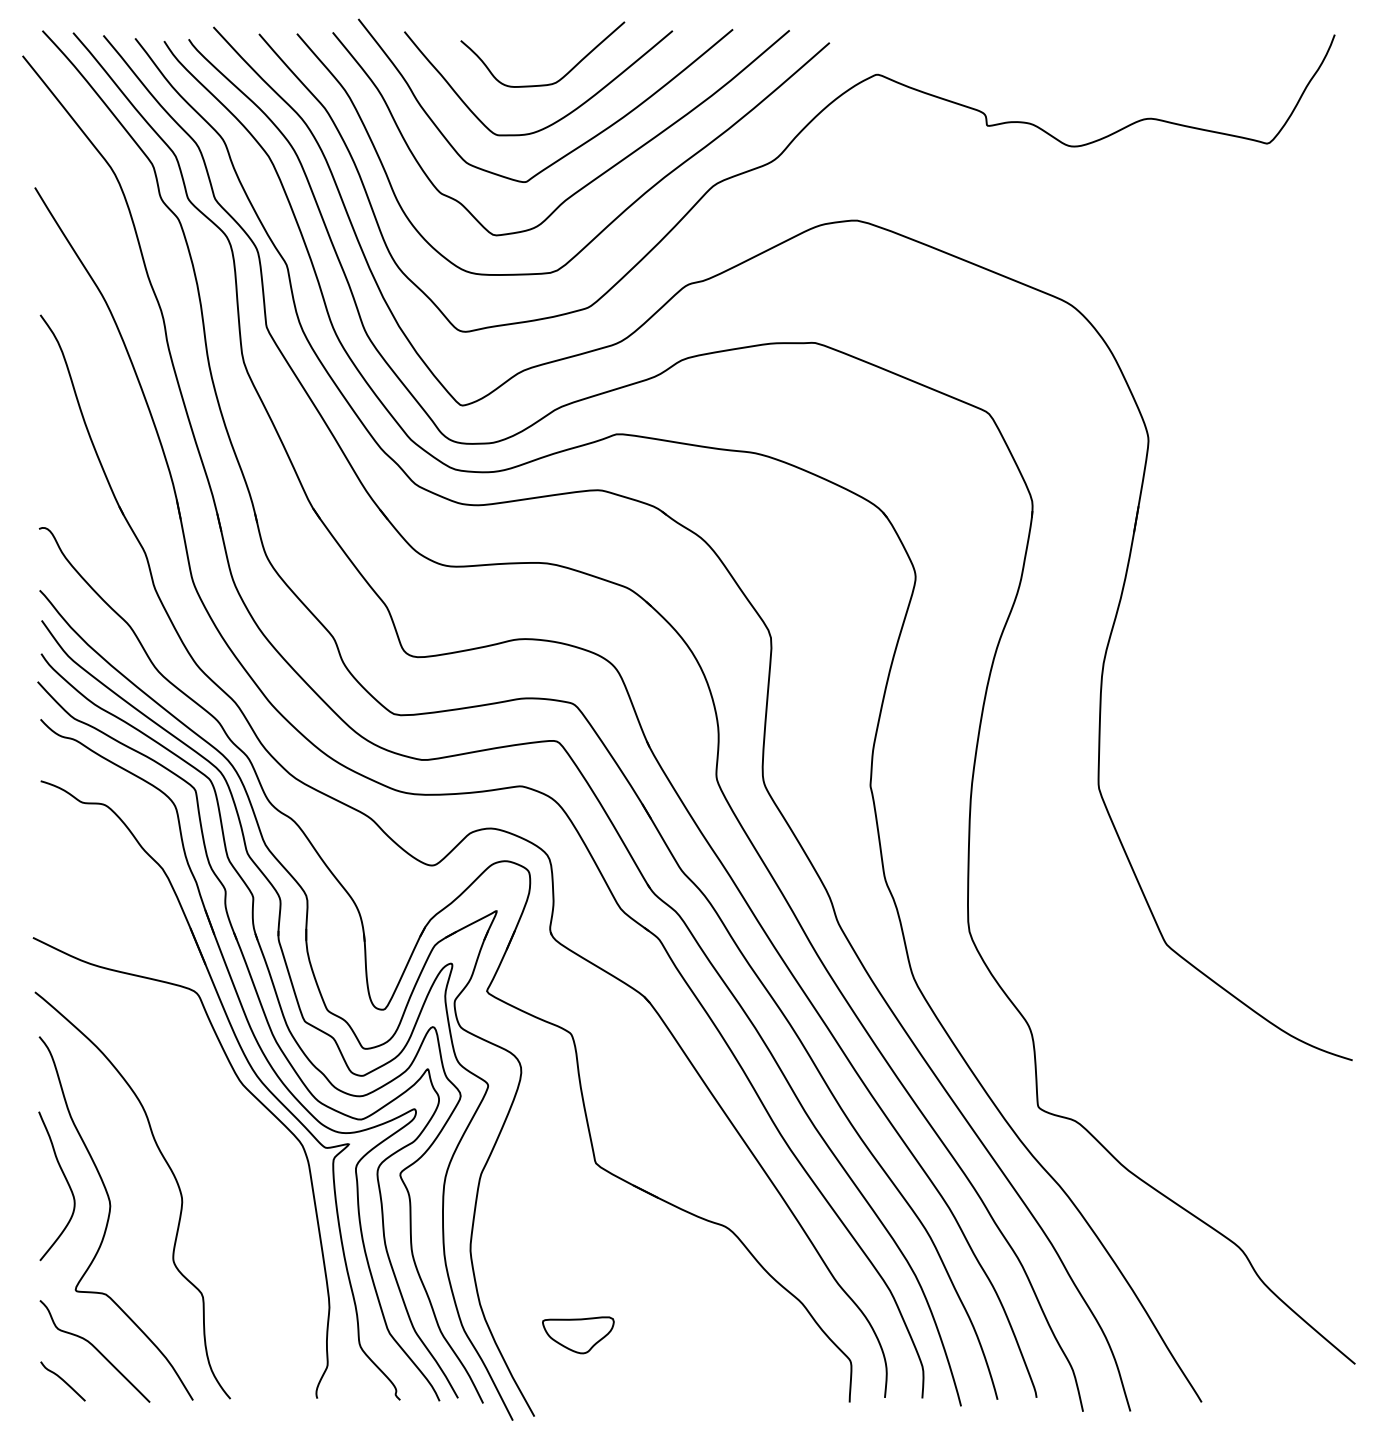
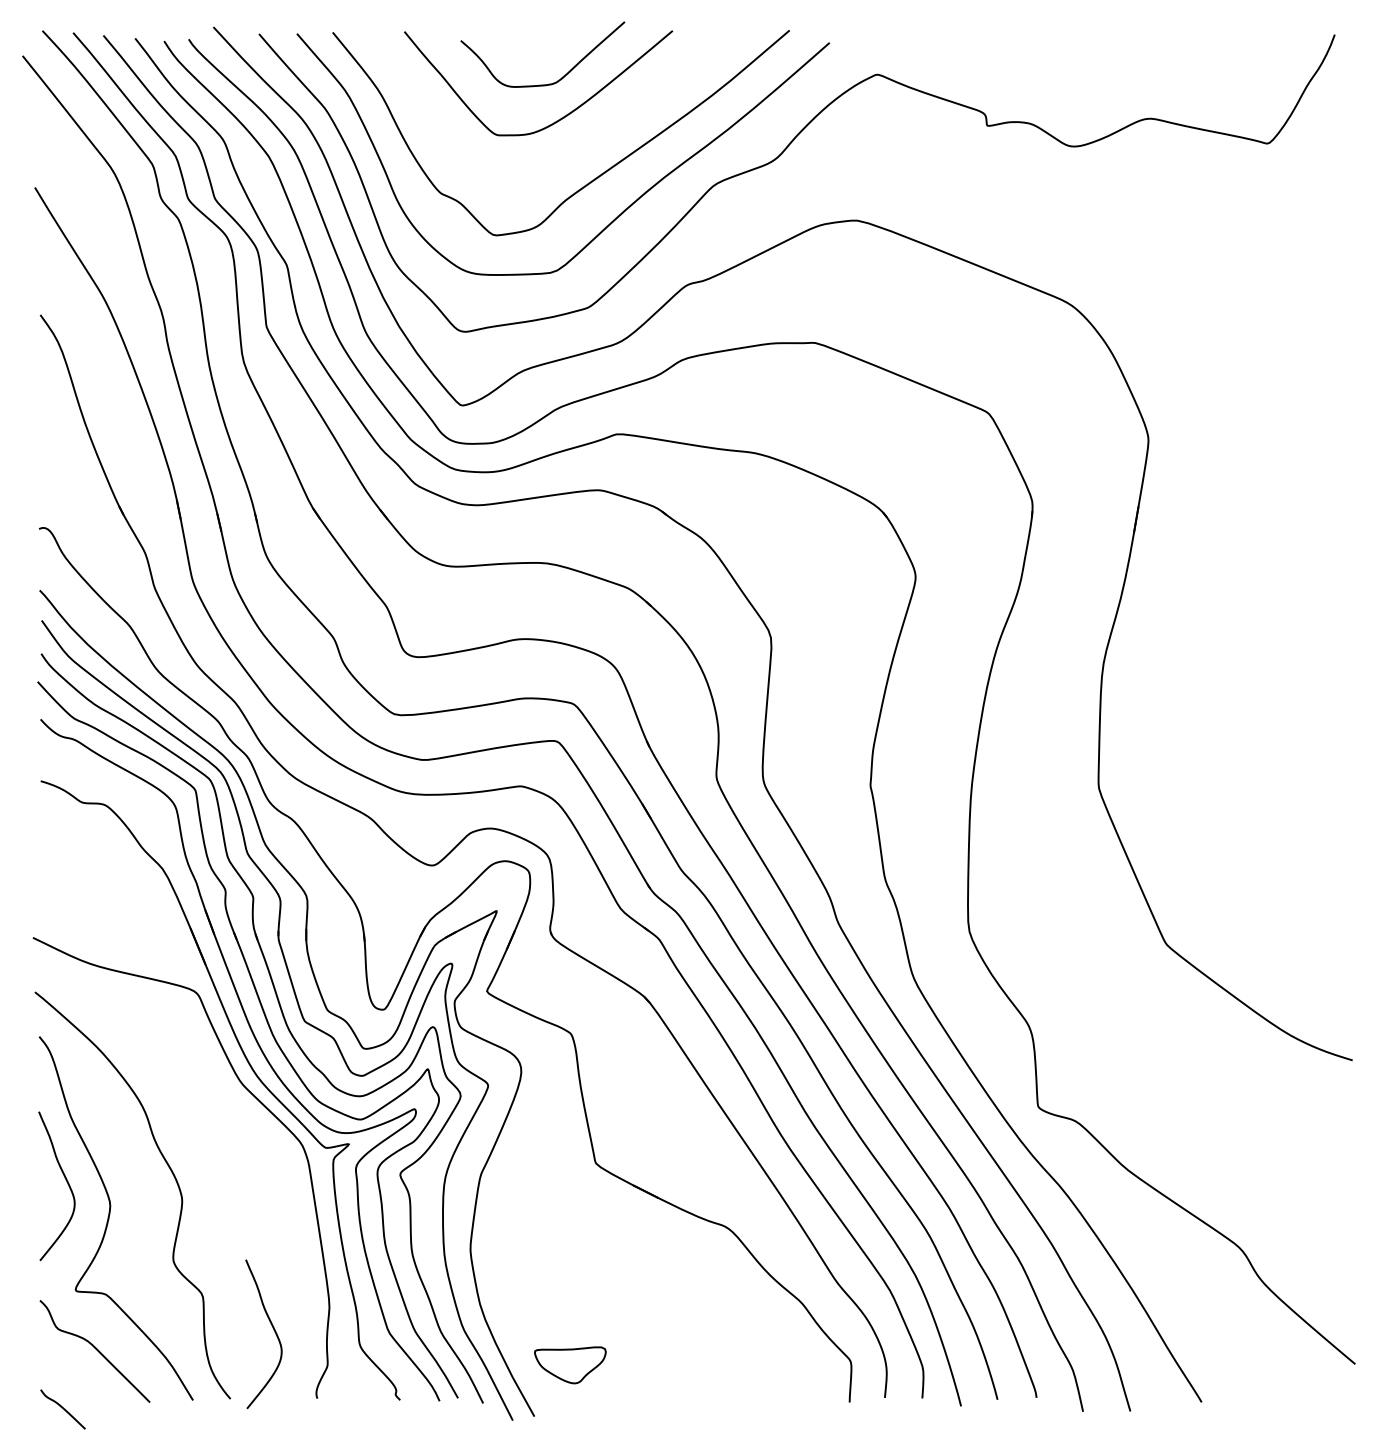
curve at (574, 148): present -> none
curve at (273, 1330): none -> present
part at (578, 1335) position: (578, 1335) -> (570, 1365)
curve at (62, 1380) position: (62, 1380) -> (62, 1408)
